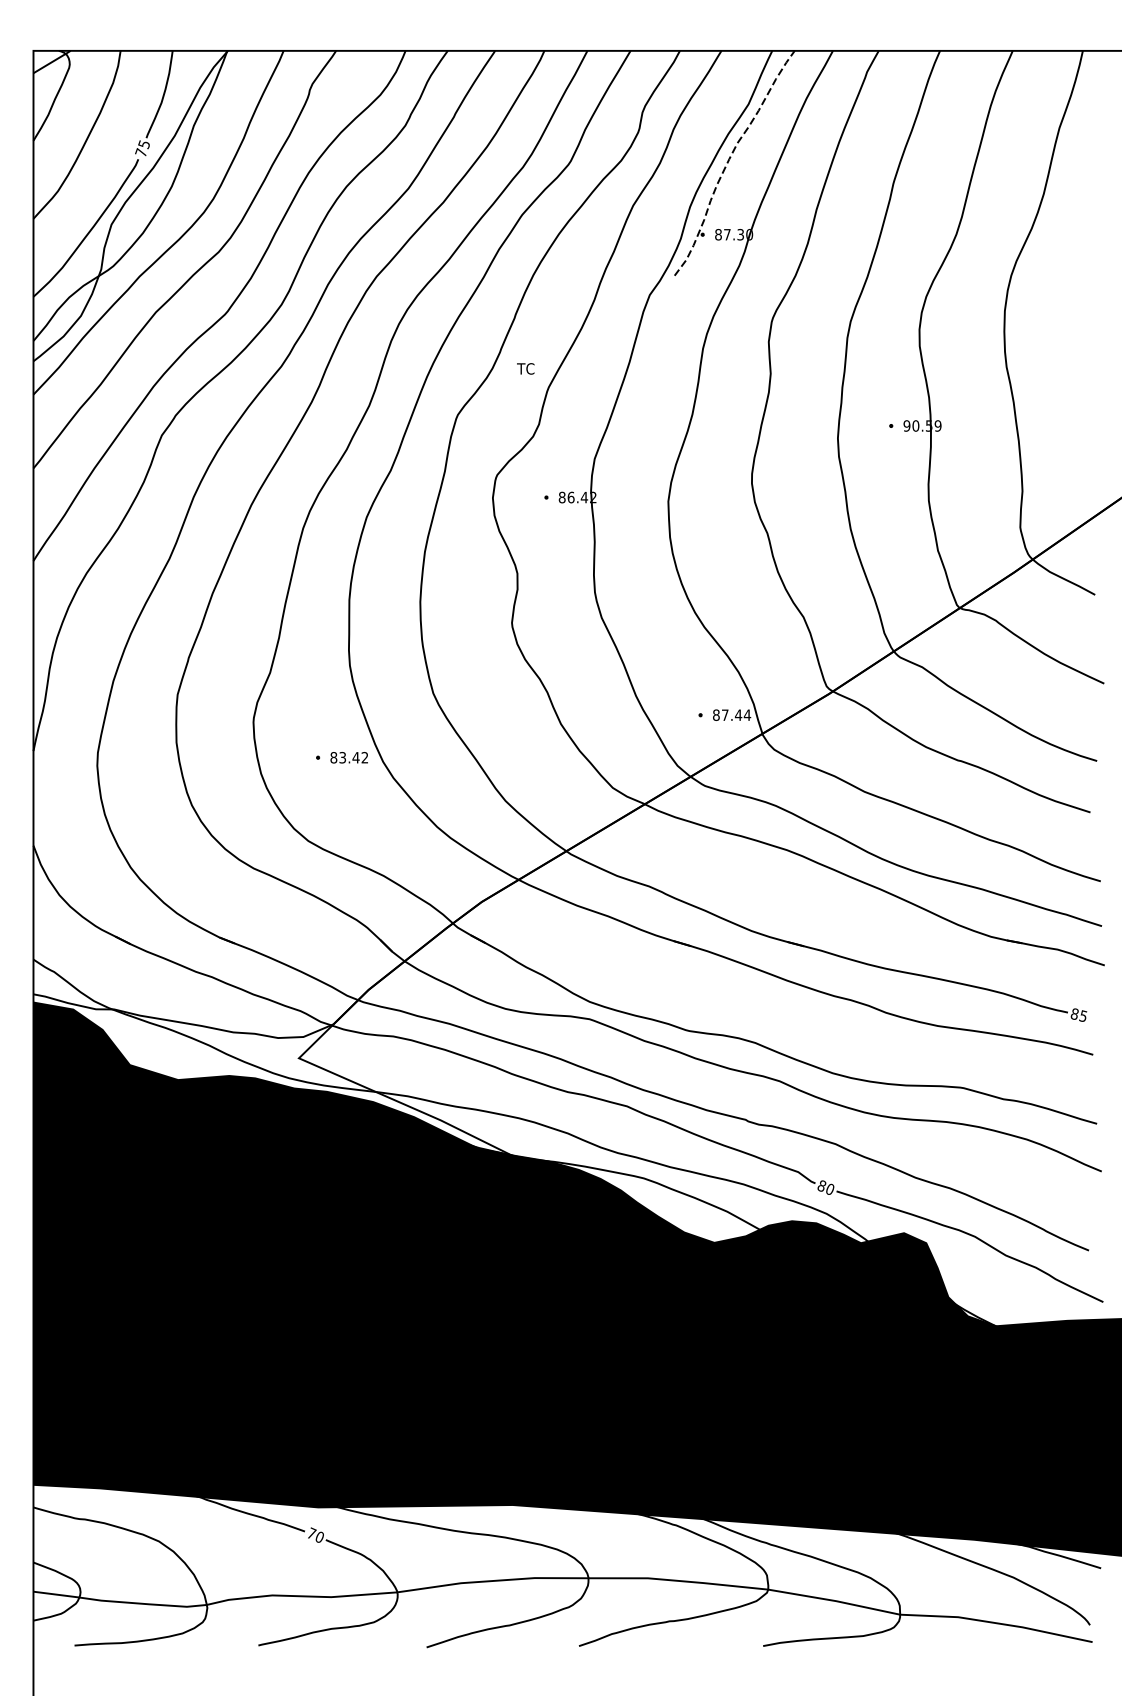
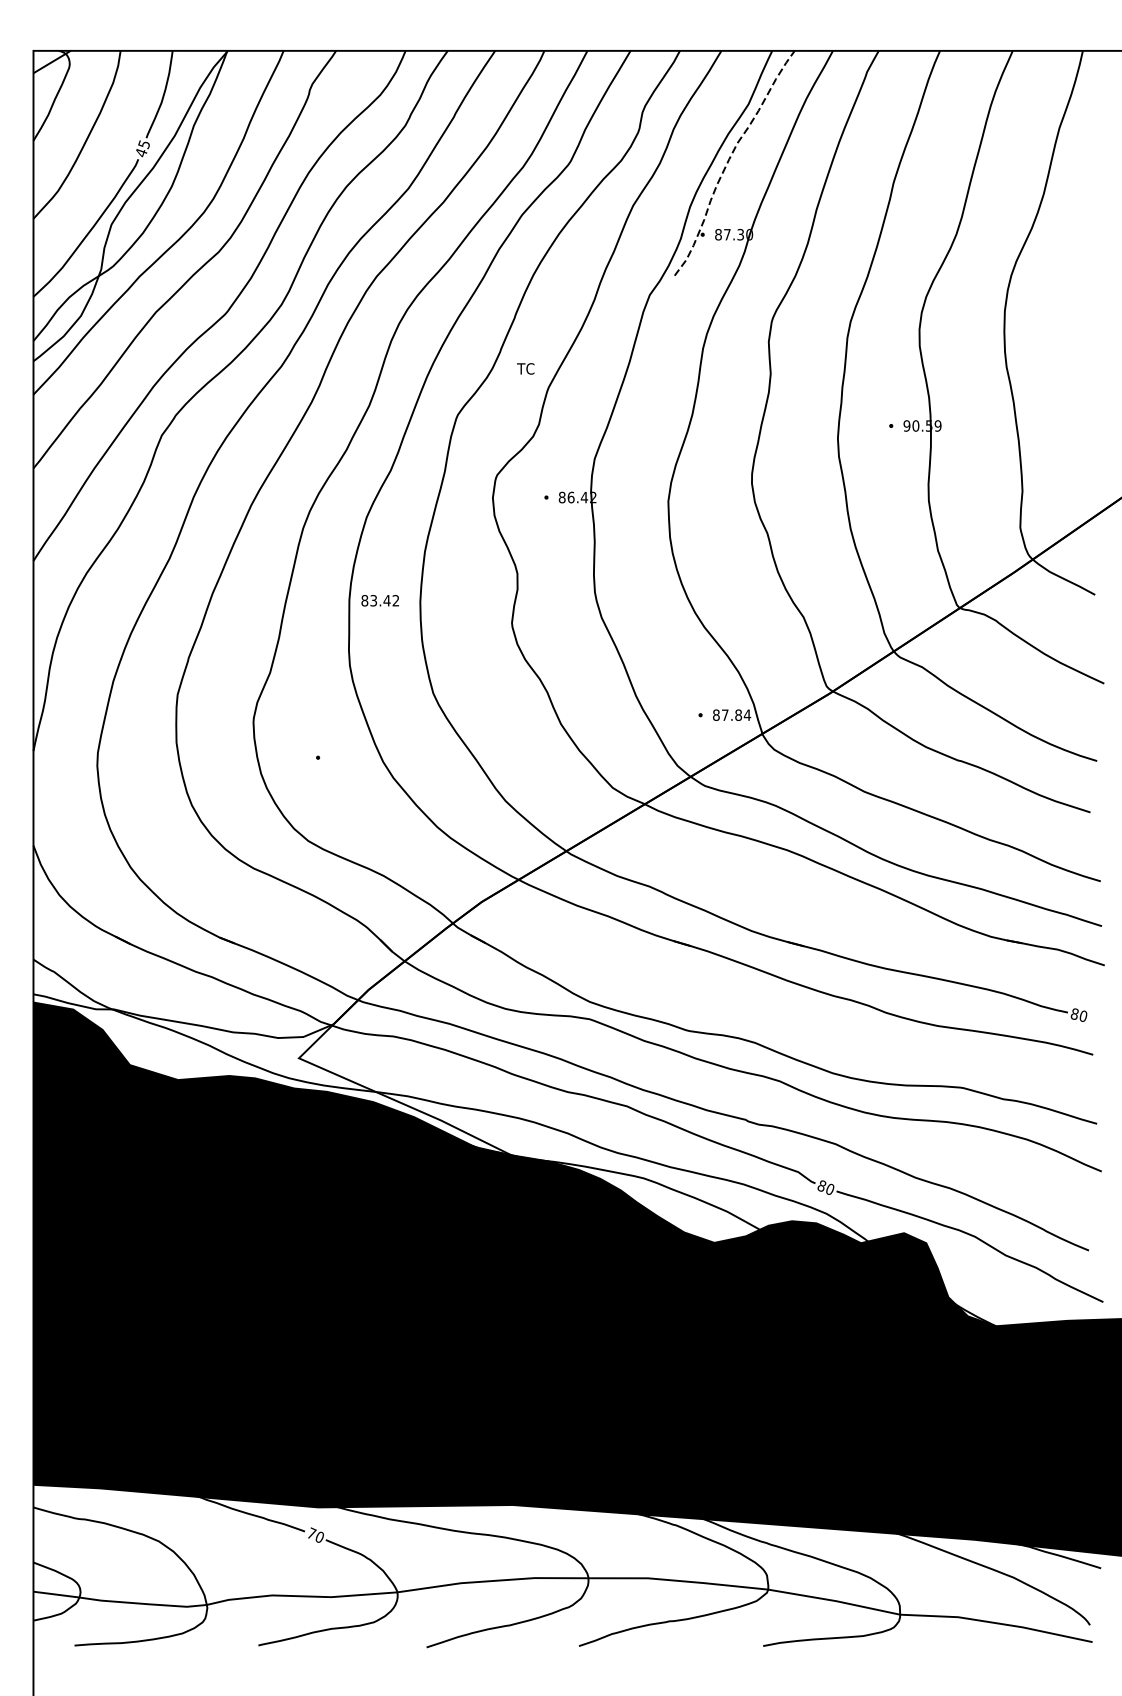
text at (141, 152): 75 -> 45
text at (738, 714): 87.44 -> 87.84
text at (348, 757) position: (348, 757) -> (379, 600)
text at (1083, 1015): 85 -> 80
